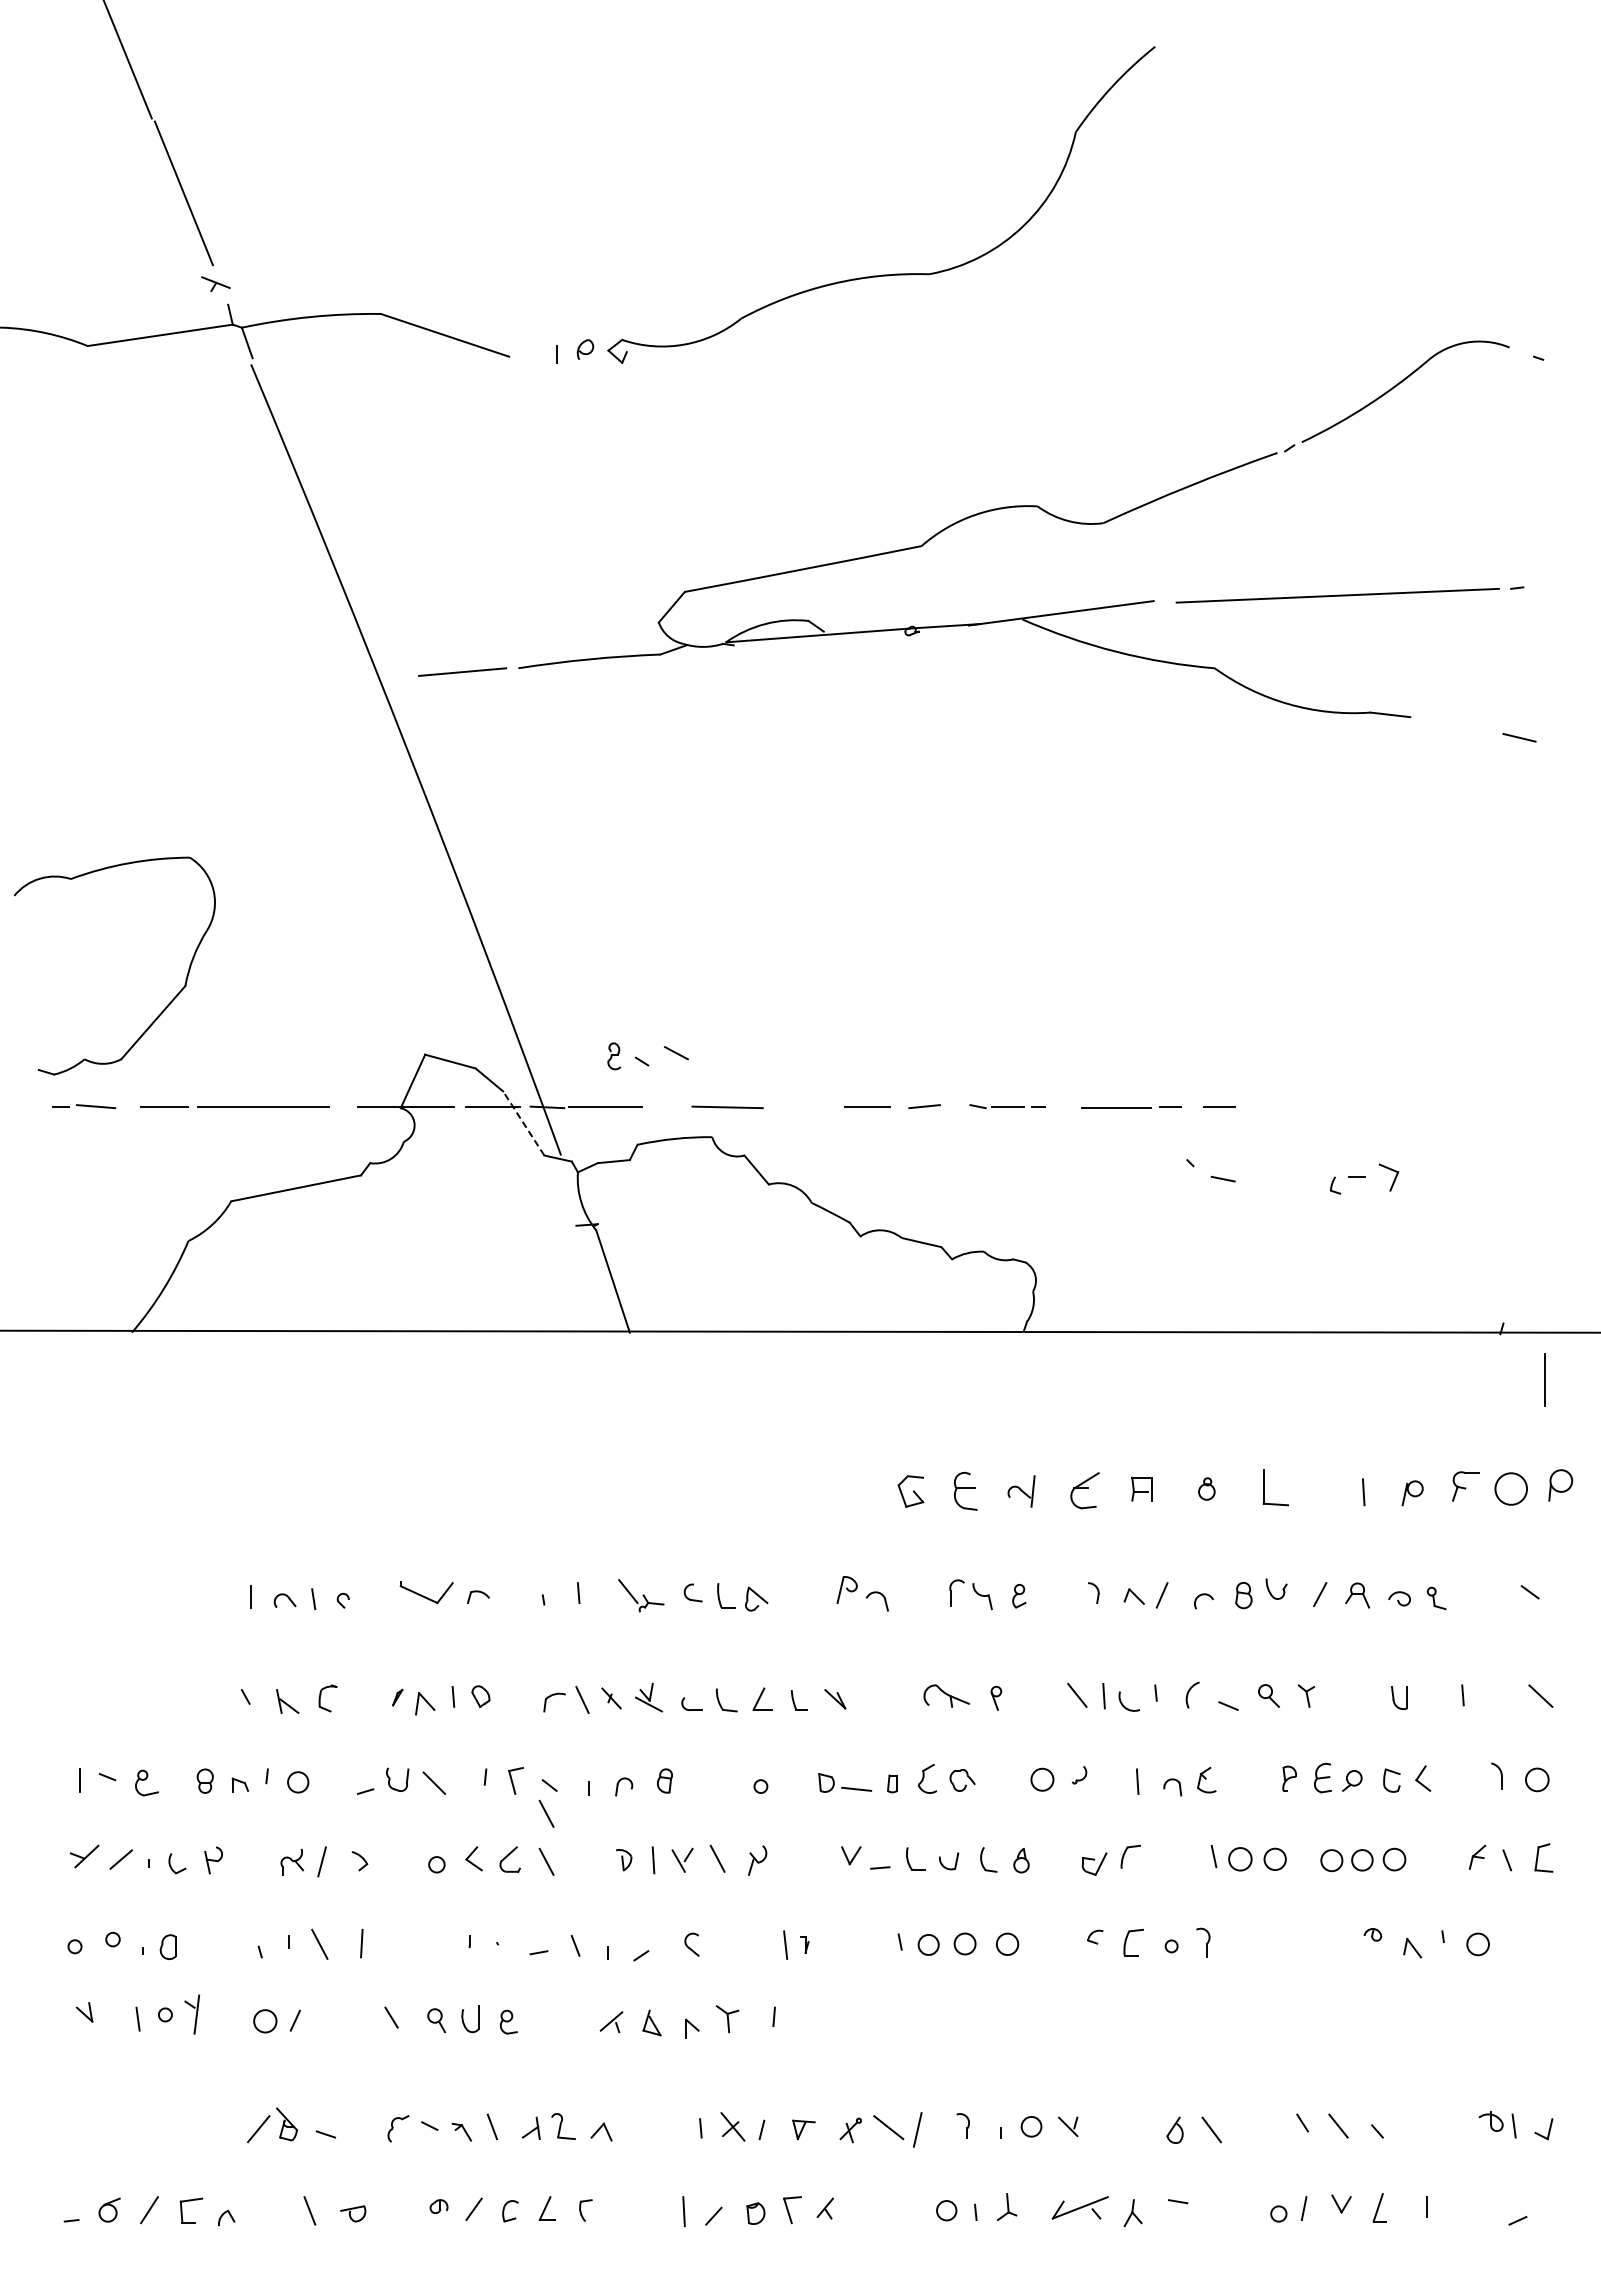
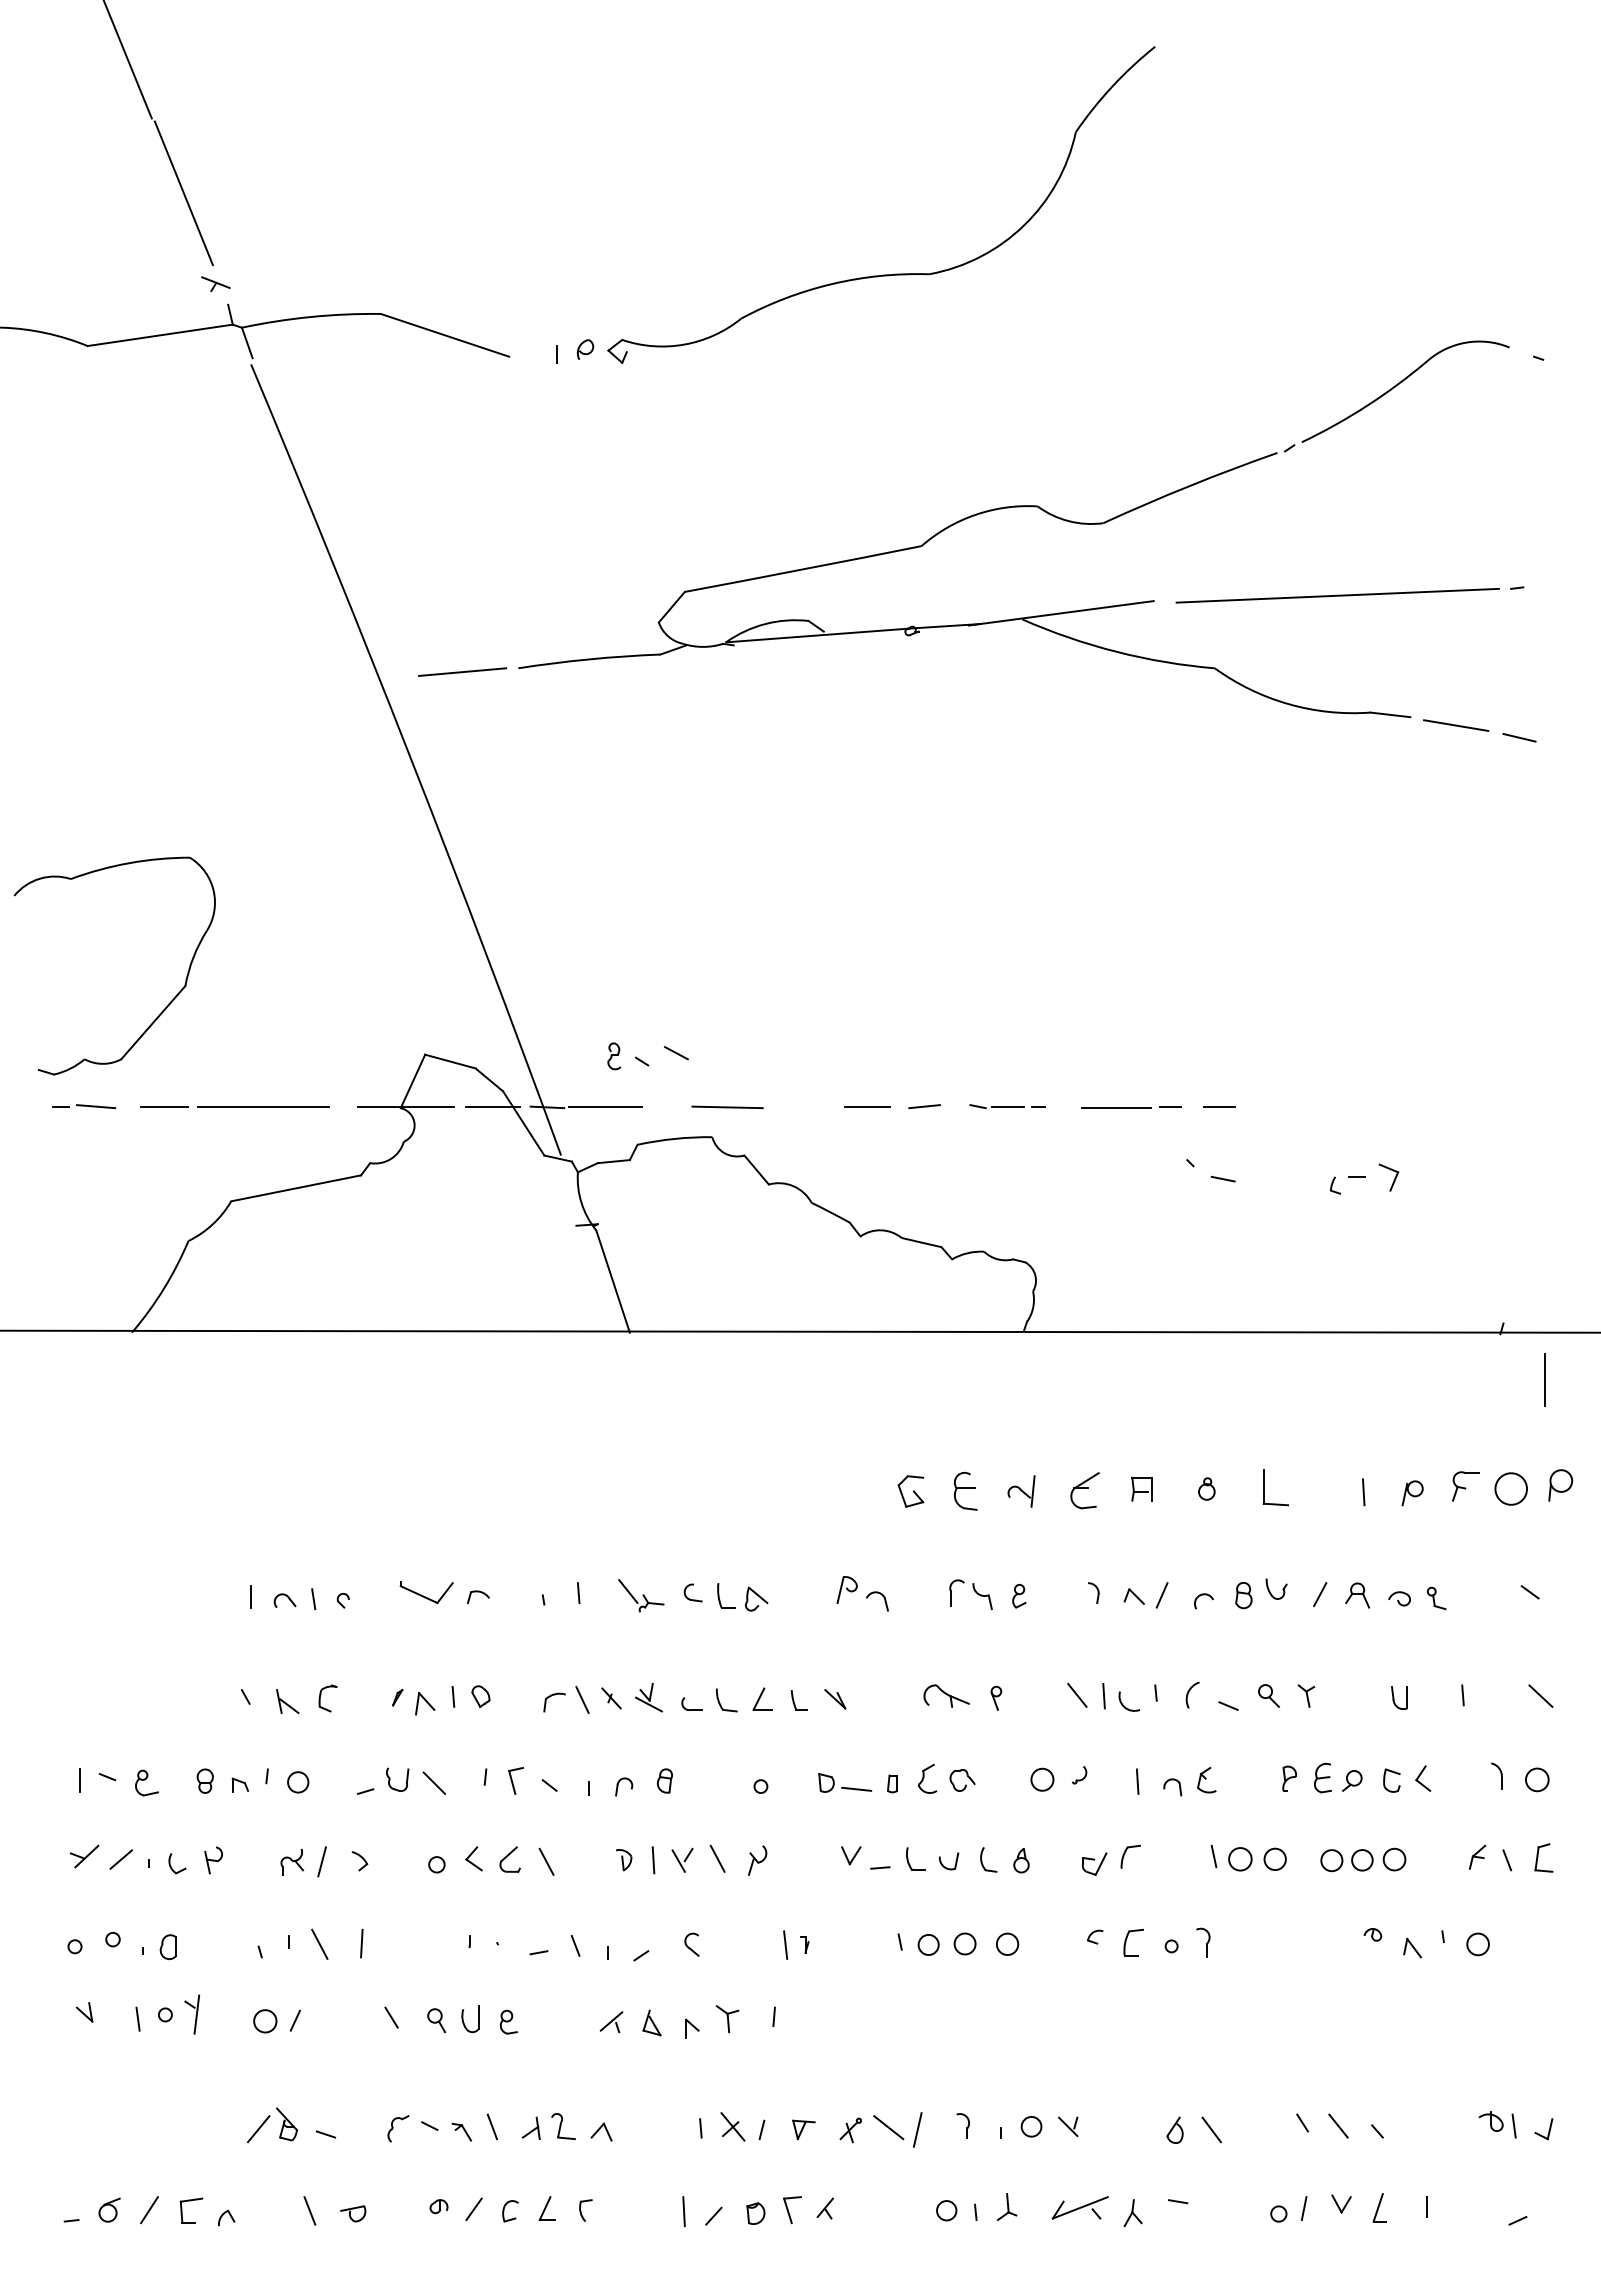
line at (1456, 725): none -> present
line at (523, 1123): dashed -> solid
line at (546, 1813): present -> none
